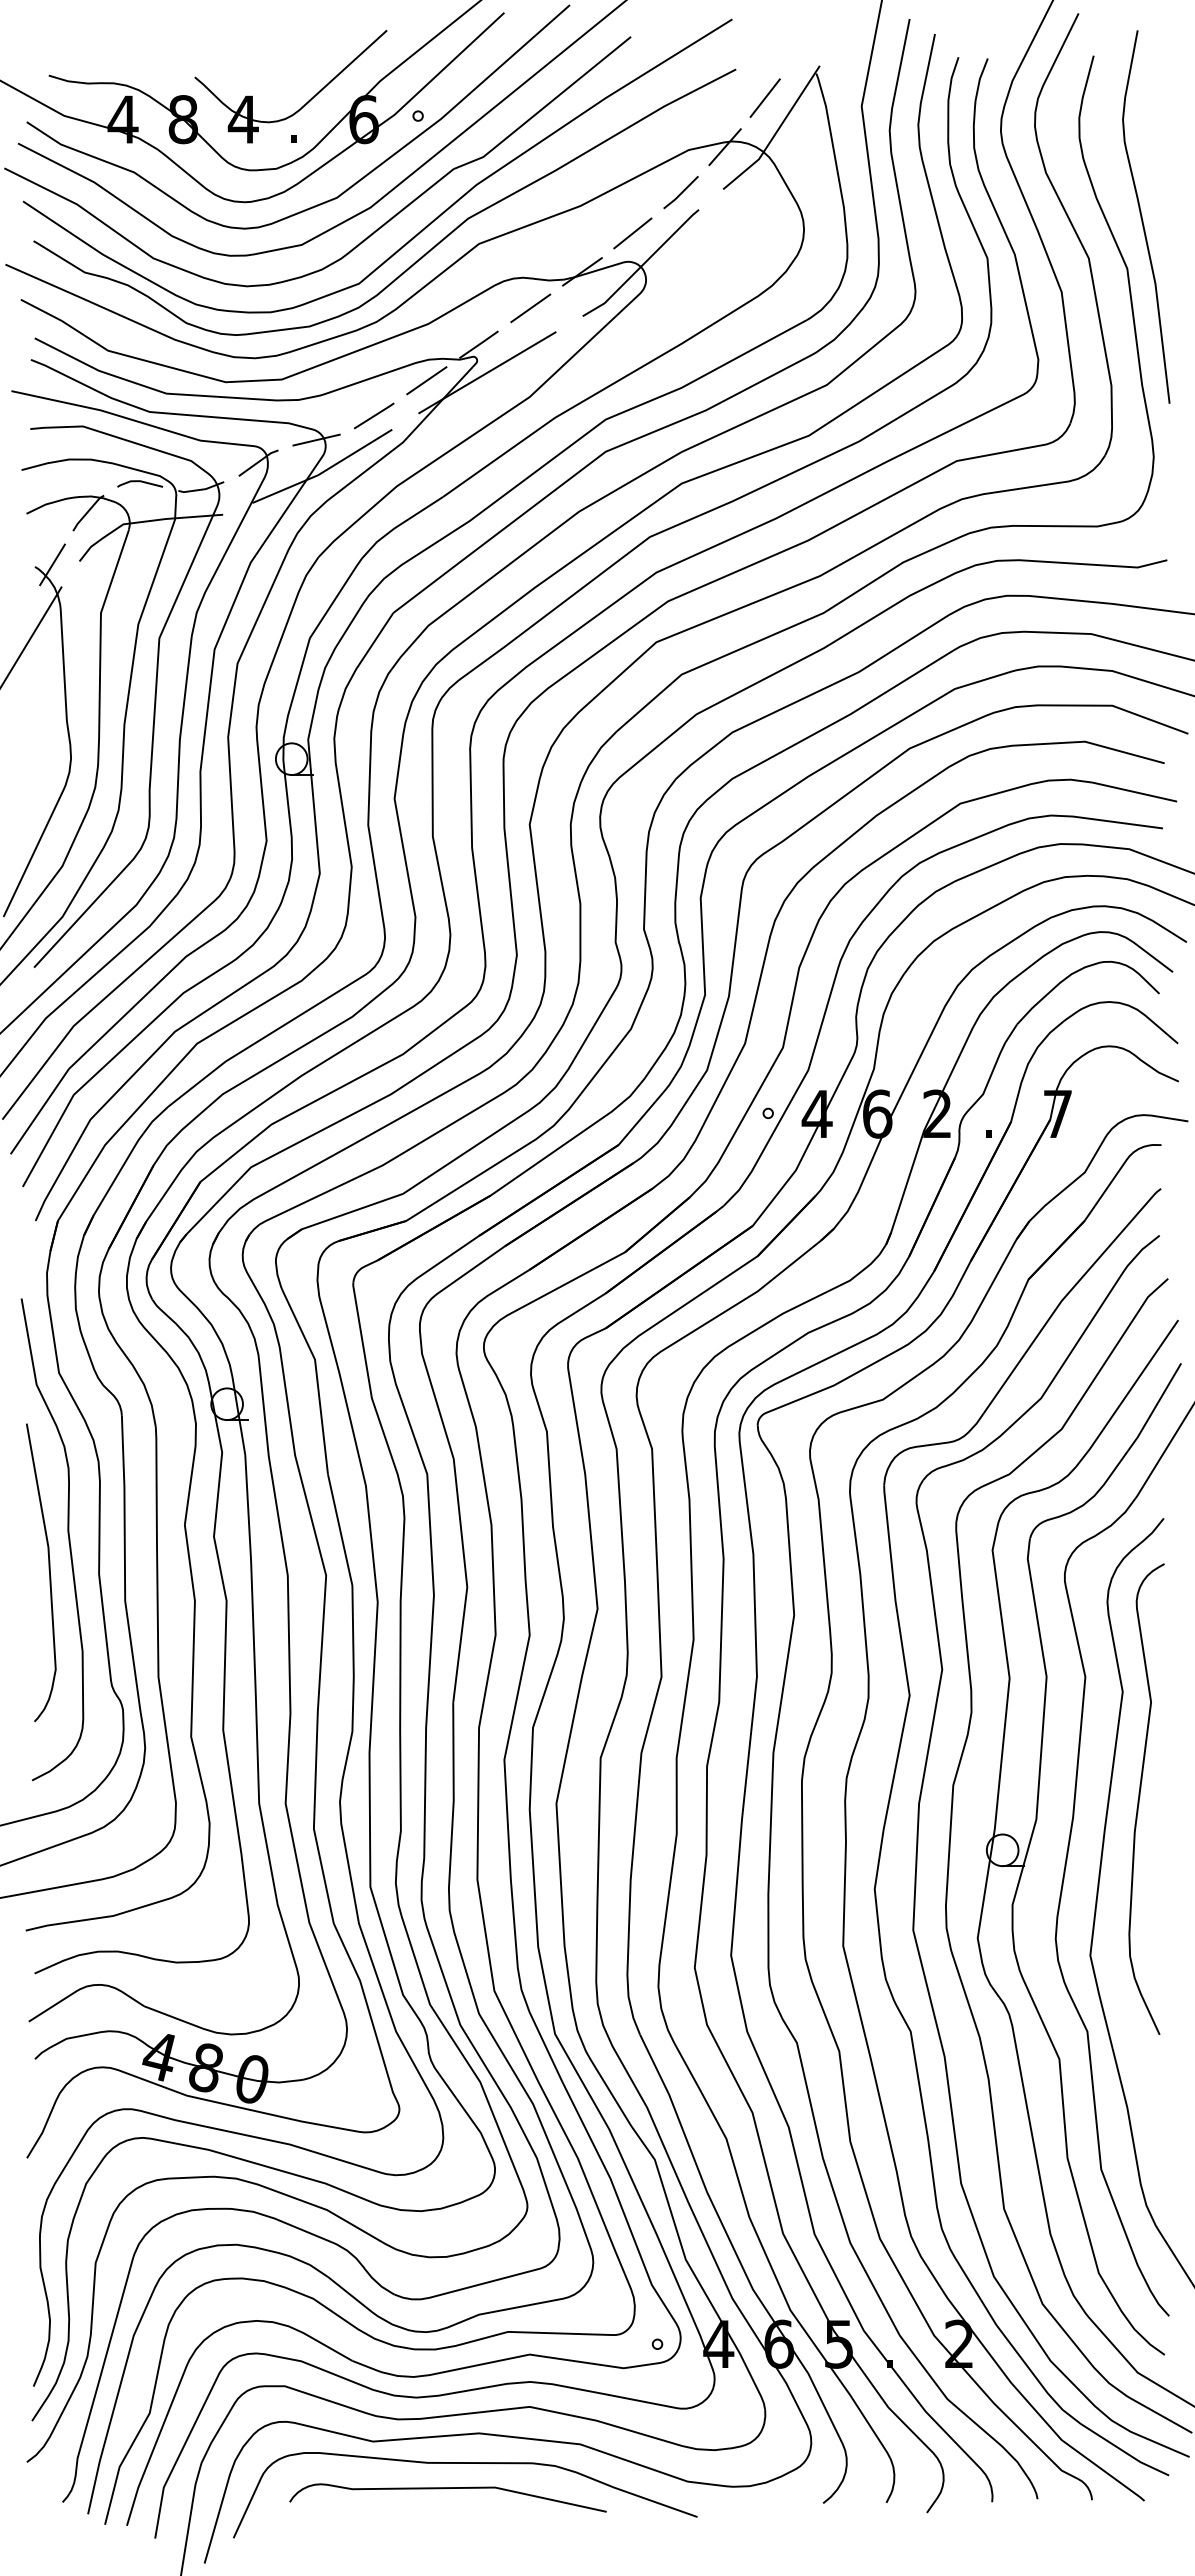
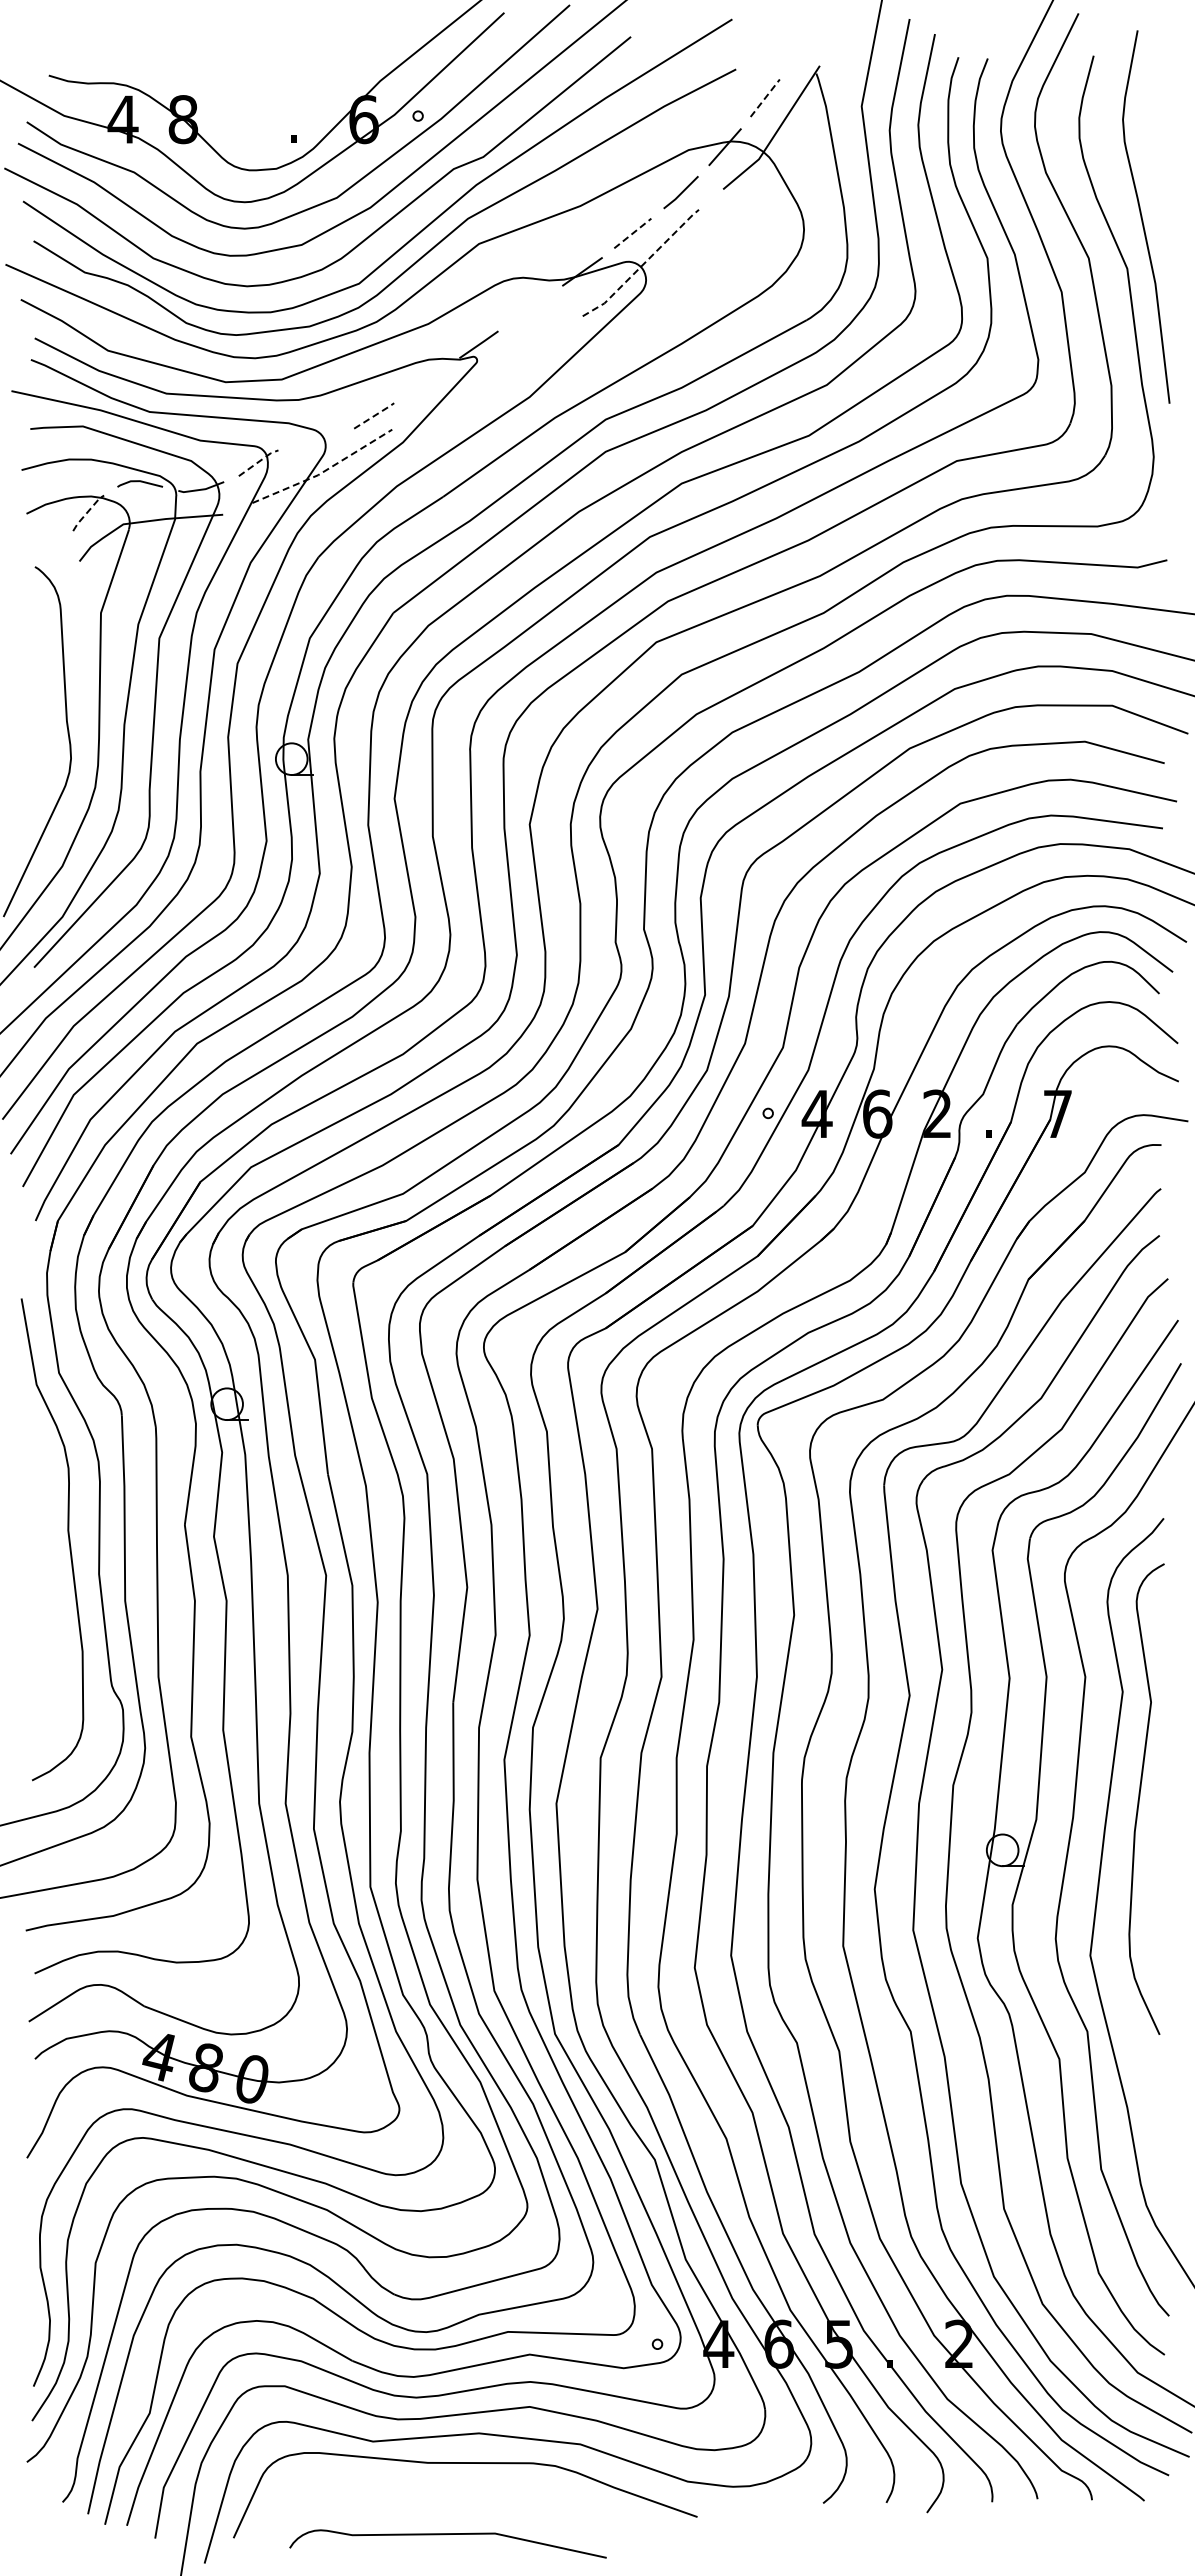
line at (765, 98): solid -> dashed
part at (306, 102): present -> none
line at (632, 233): solid -> dashed
line at (642, 265): solid -> dashed
line at (530, 308): present -> none
line at (487, 372): present -> none
line at (426, 380): present -> none
line at (375, 415): solid -> dashed
line at (316, 439): present -> none
line at (258, 461): solid -> dashed
line at (324, 471): solid -> dashed
line at (87, 511): solid -> dashed
line at (52, 564): present -> none
line at (31, 636): present -> none
curve at (48, 1570): present -> none
curve at (443, 2489) position: (443, 2489) -> (443, 2535)
